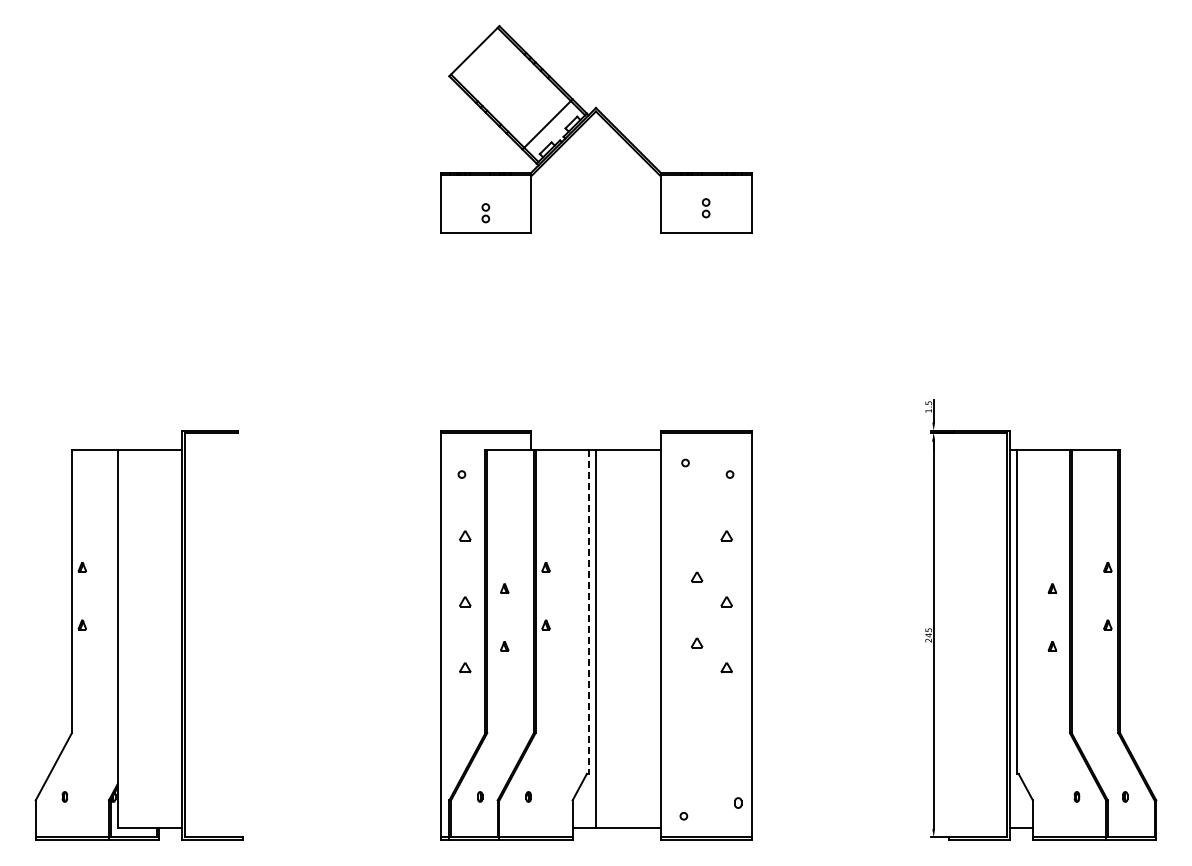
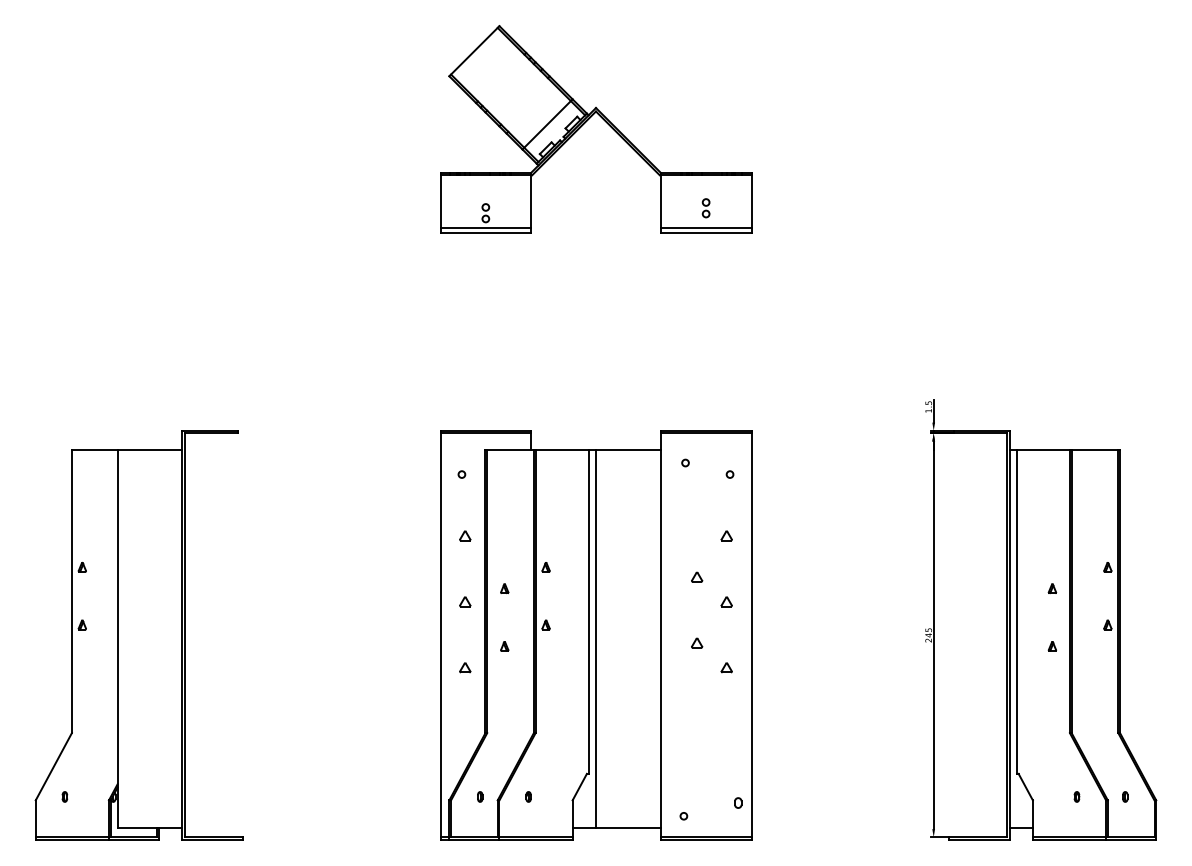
line at (485, 228): none -> present
line at (705, 228): none -> present
line at (588, 612): dashed -> solid
